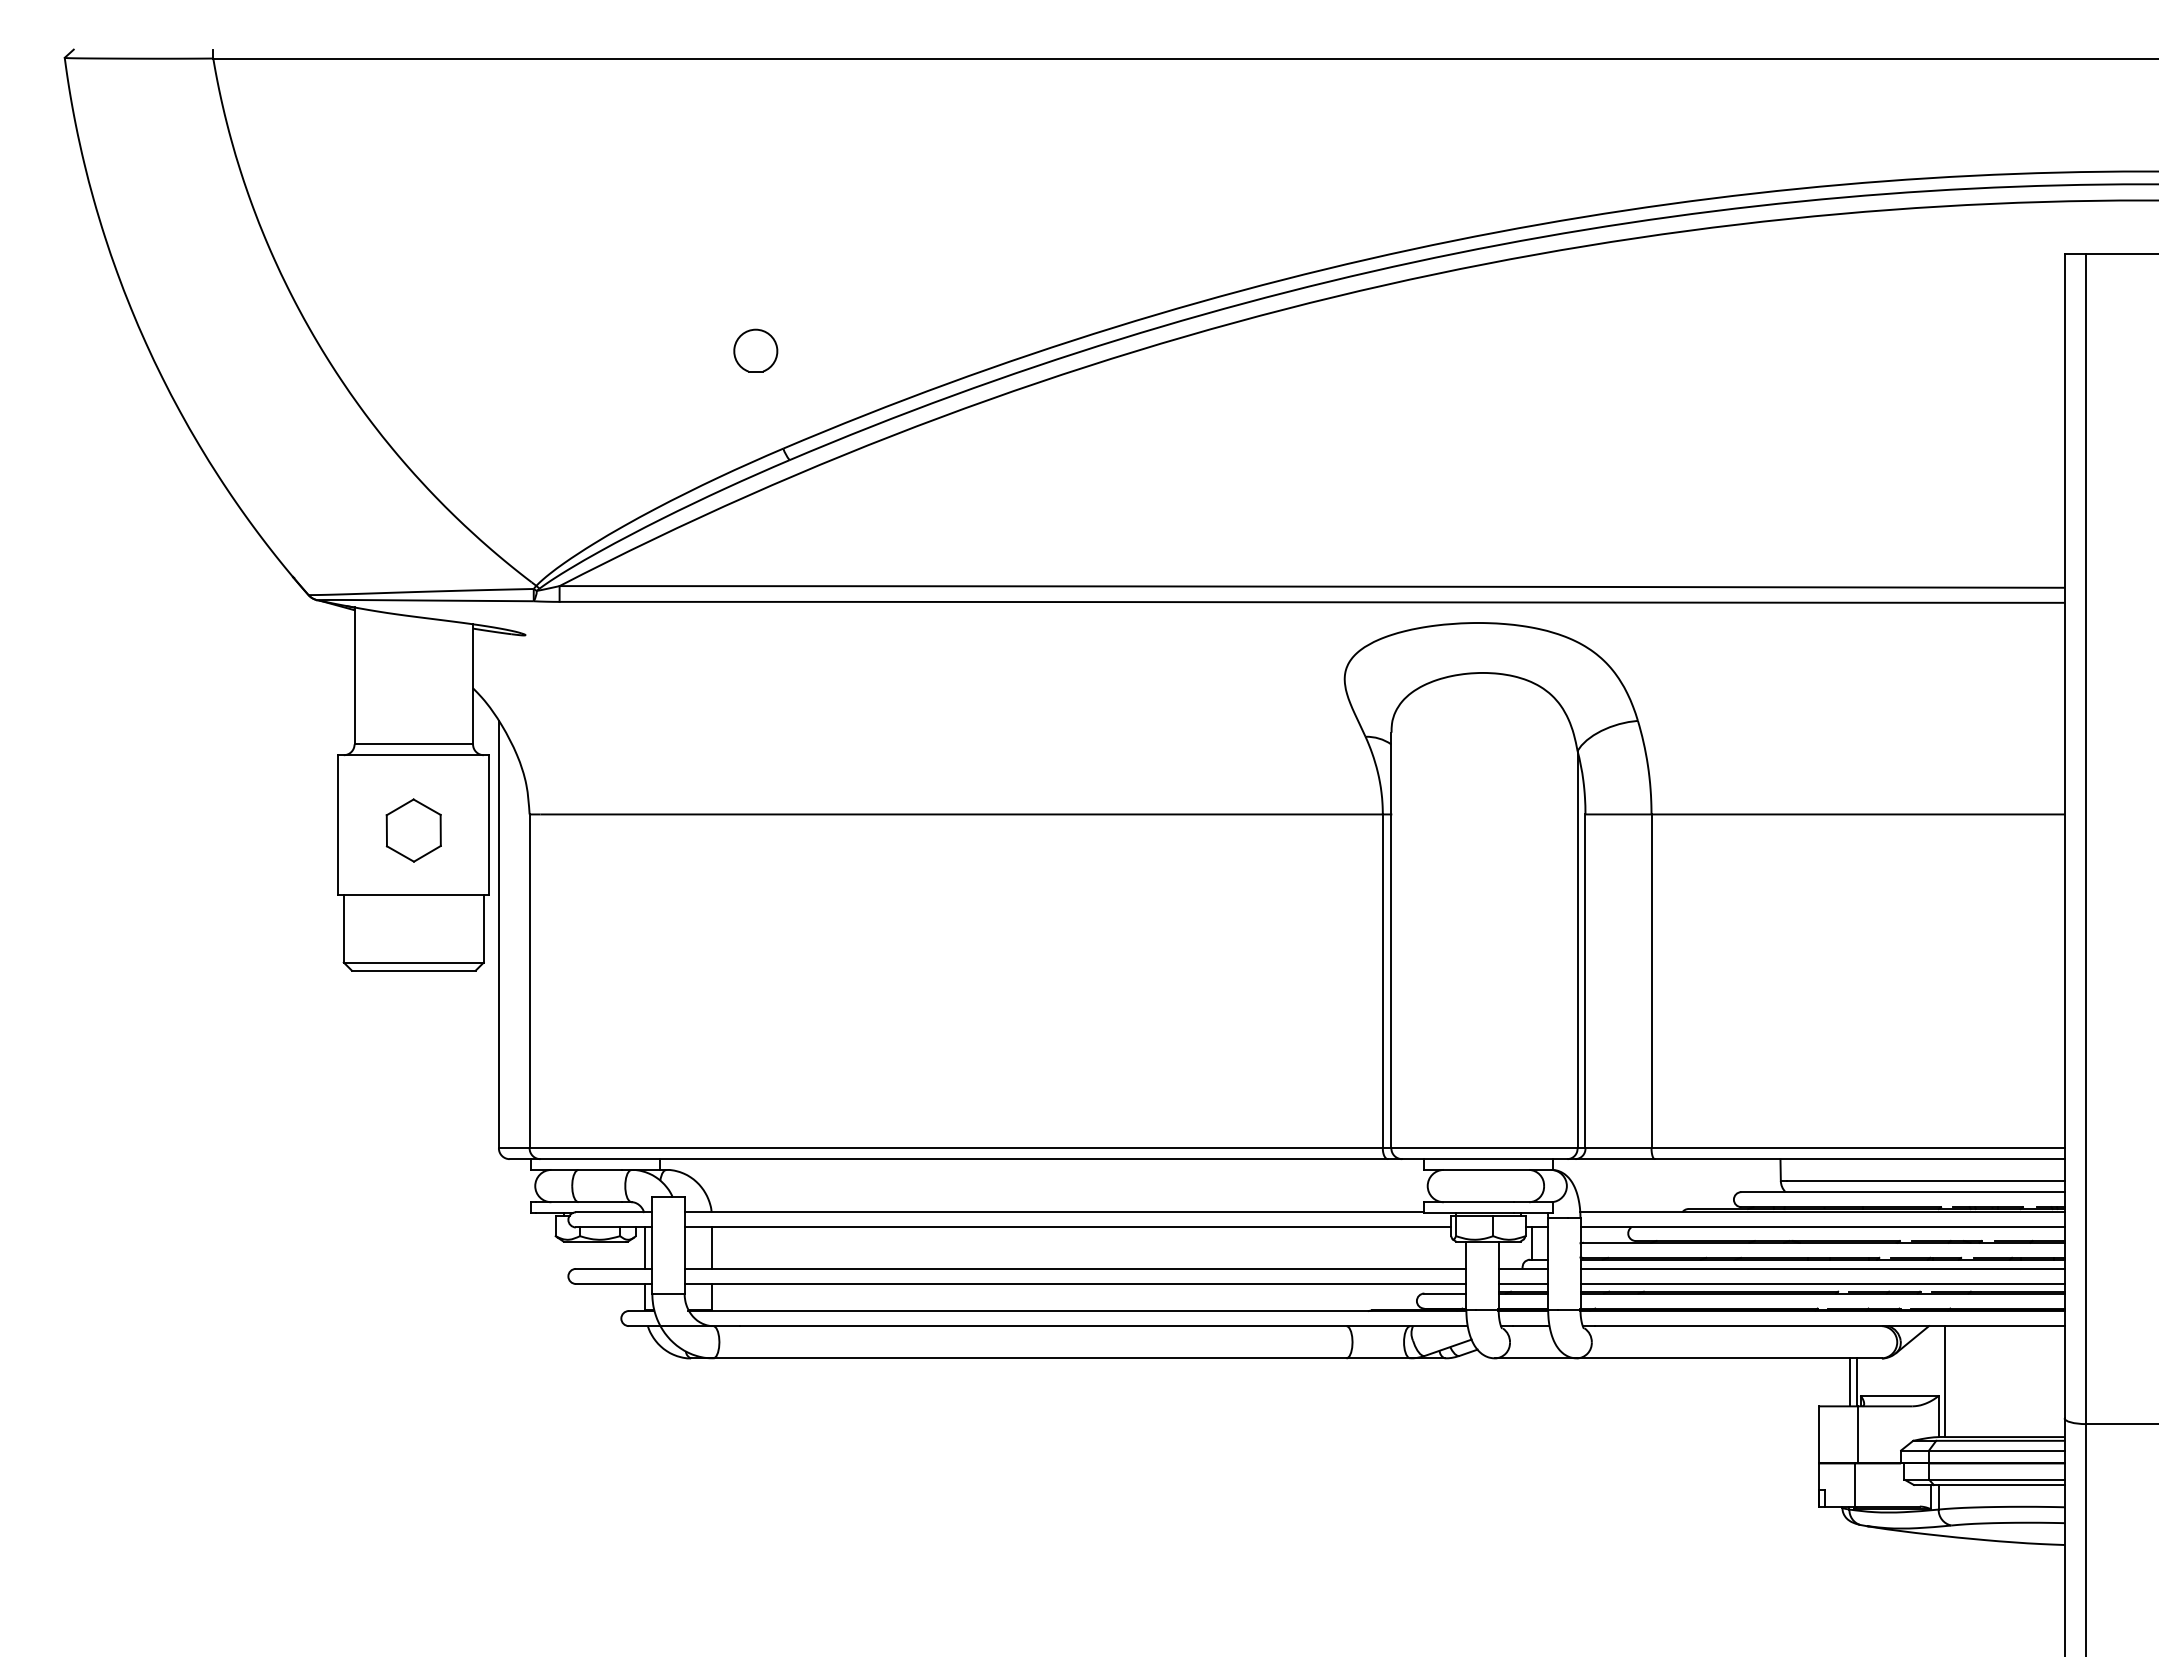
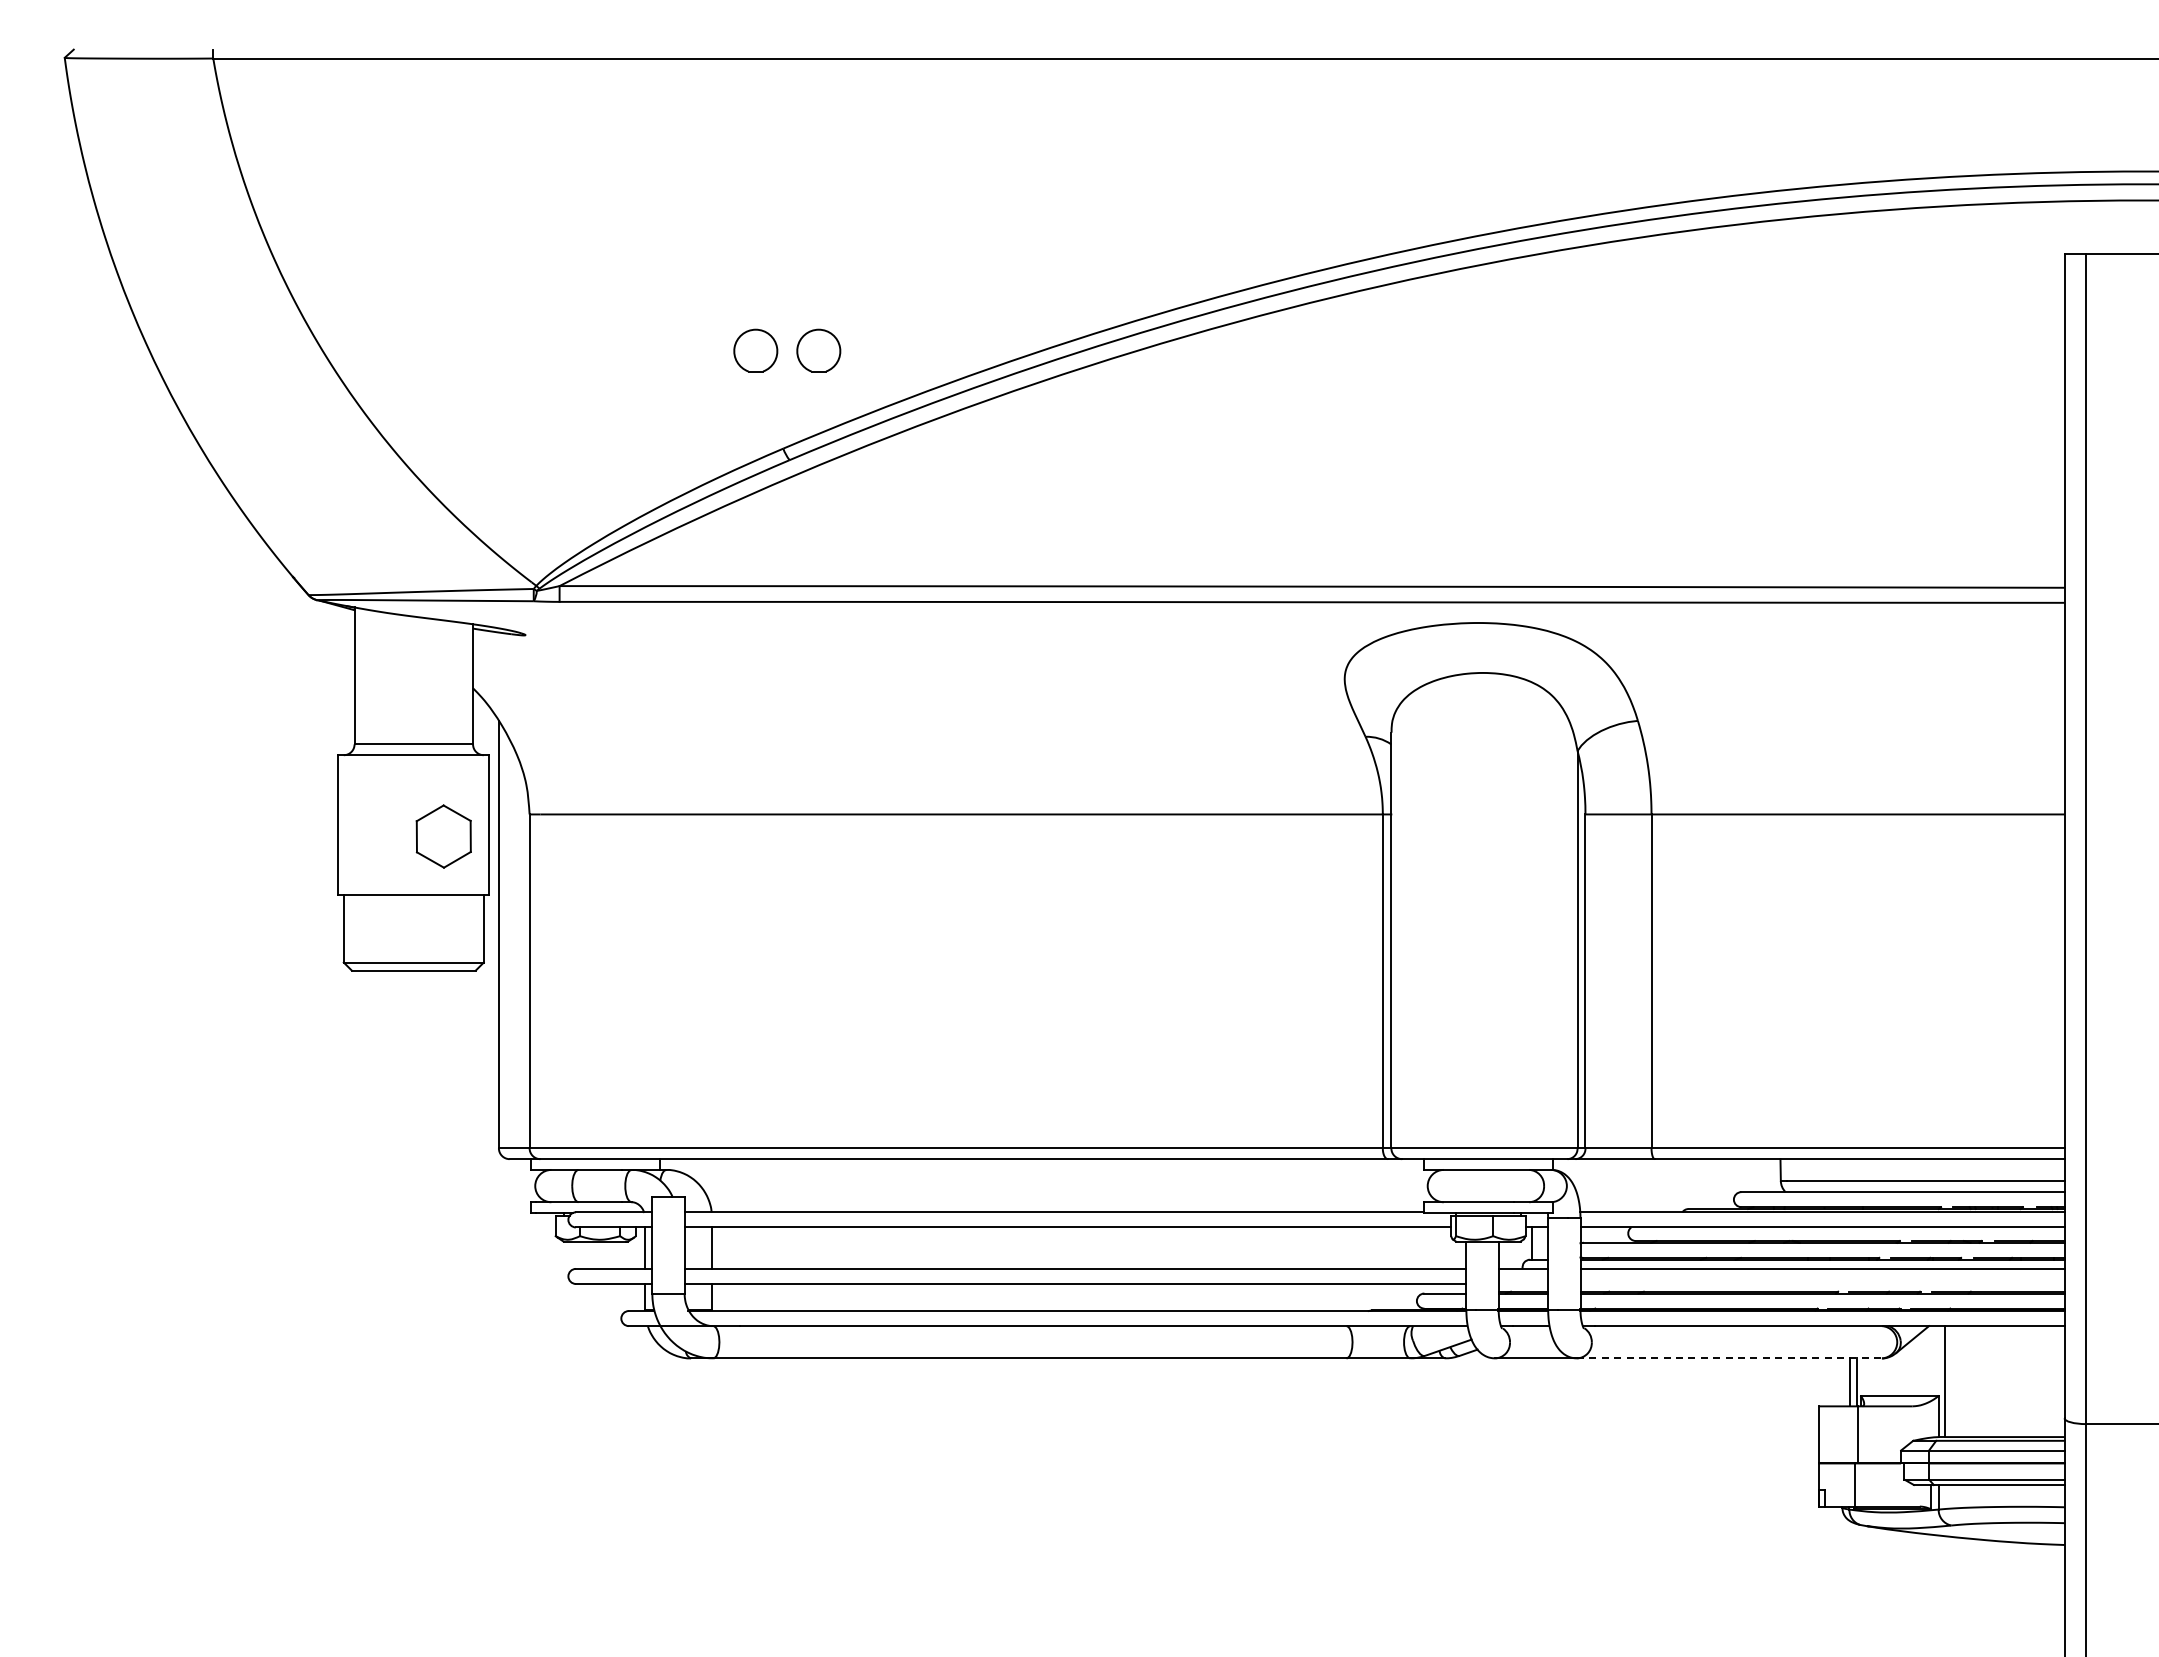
part at (818, 350): none -> present
part at (413, 830) position: (413, 830) -> (443, 836)
line at (1523, 1283): present -> none
line at (1822, 1283): present -> none
line at (1729, 1358): solid -> dashed
